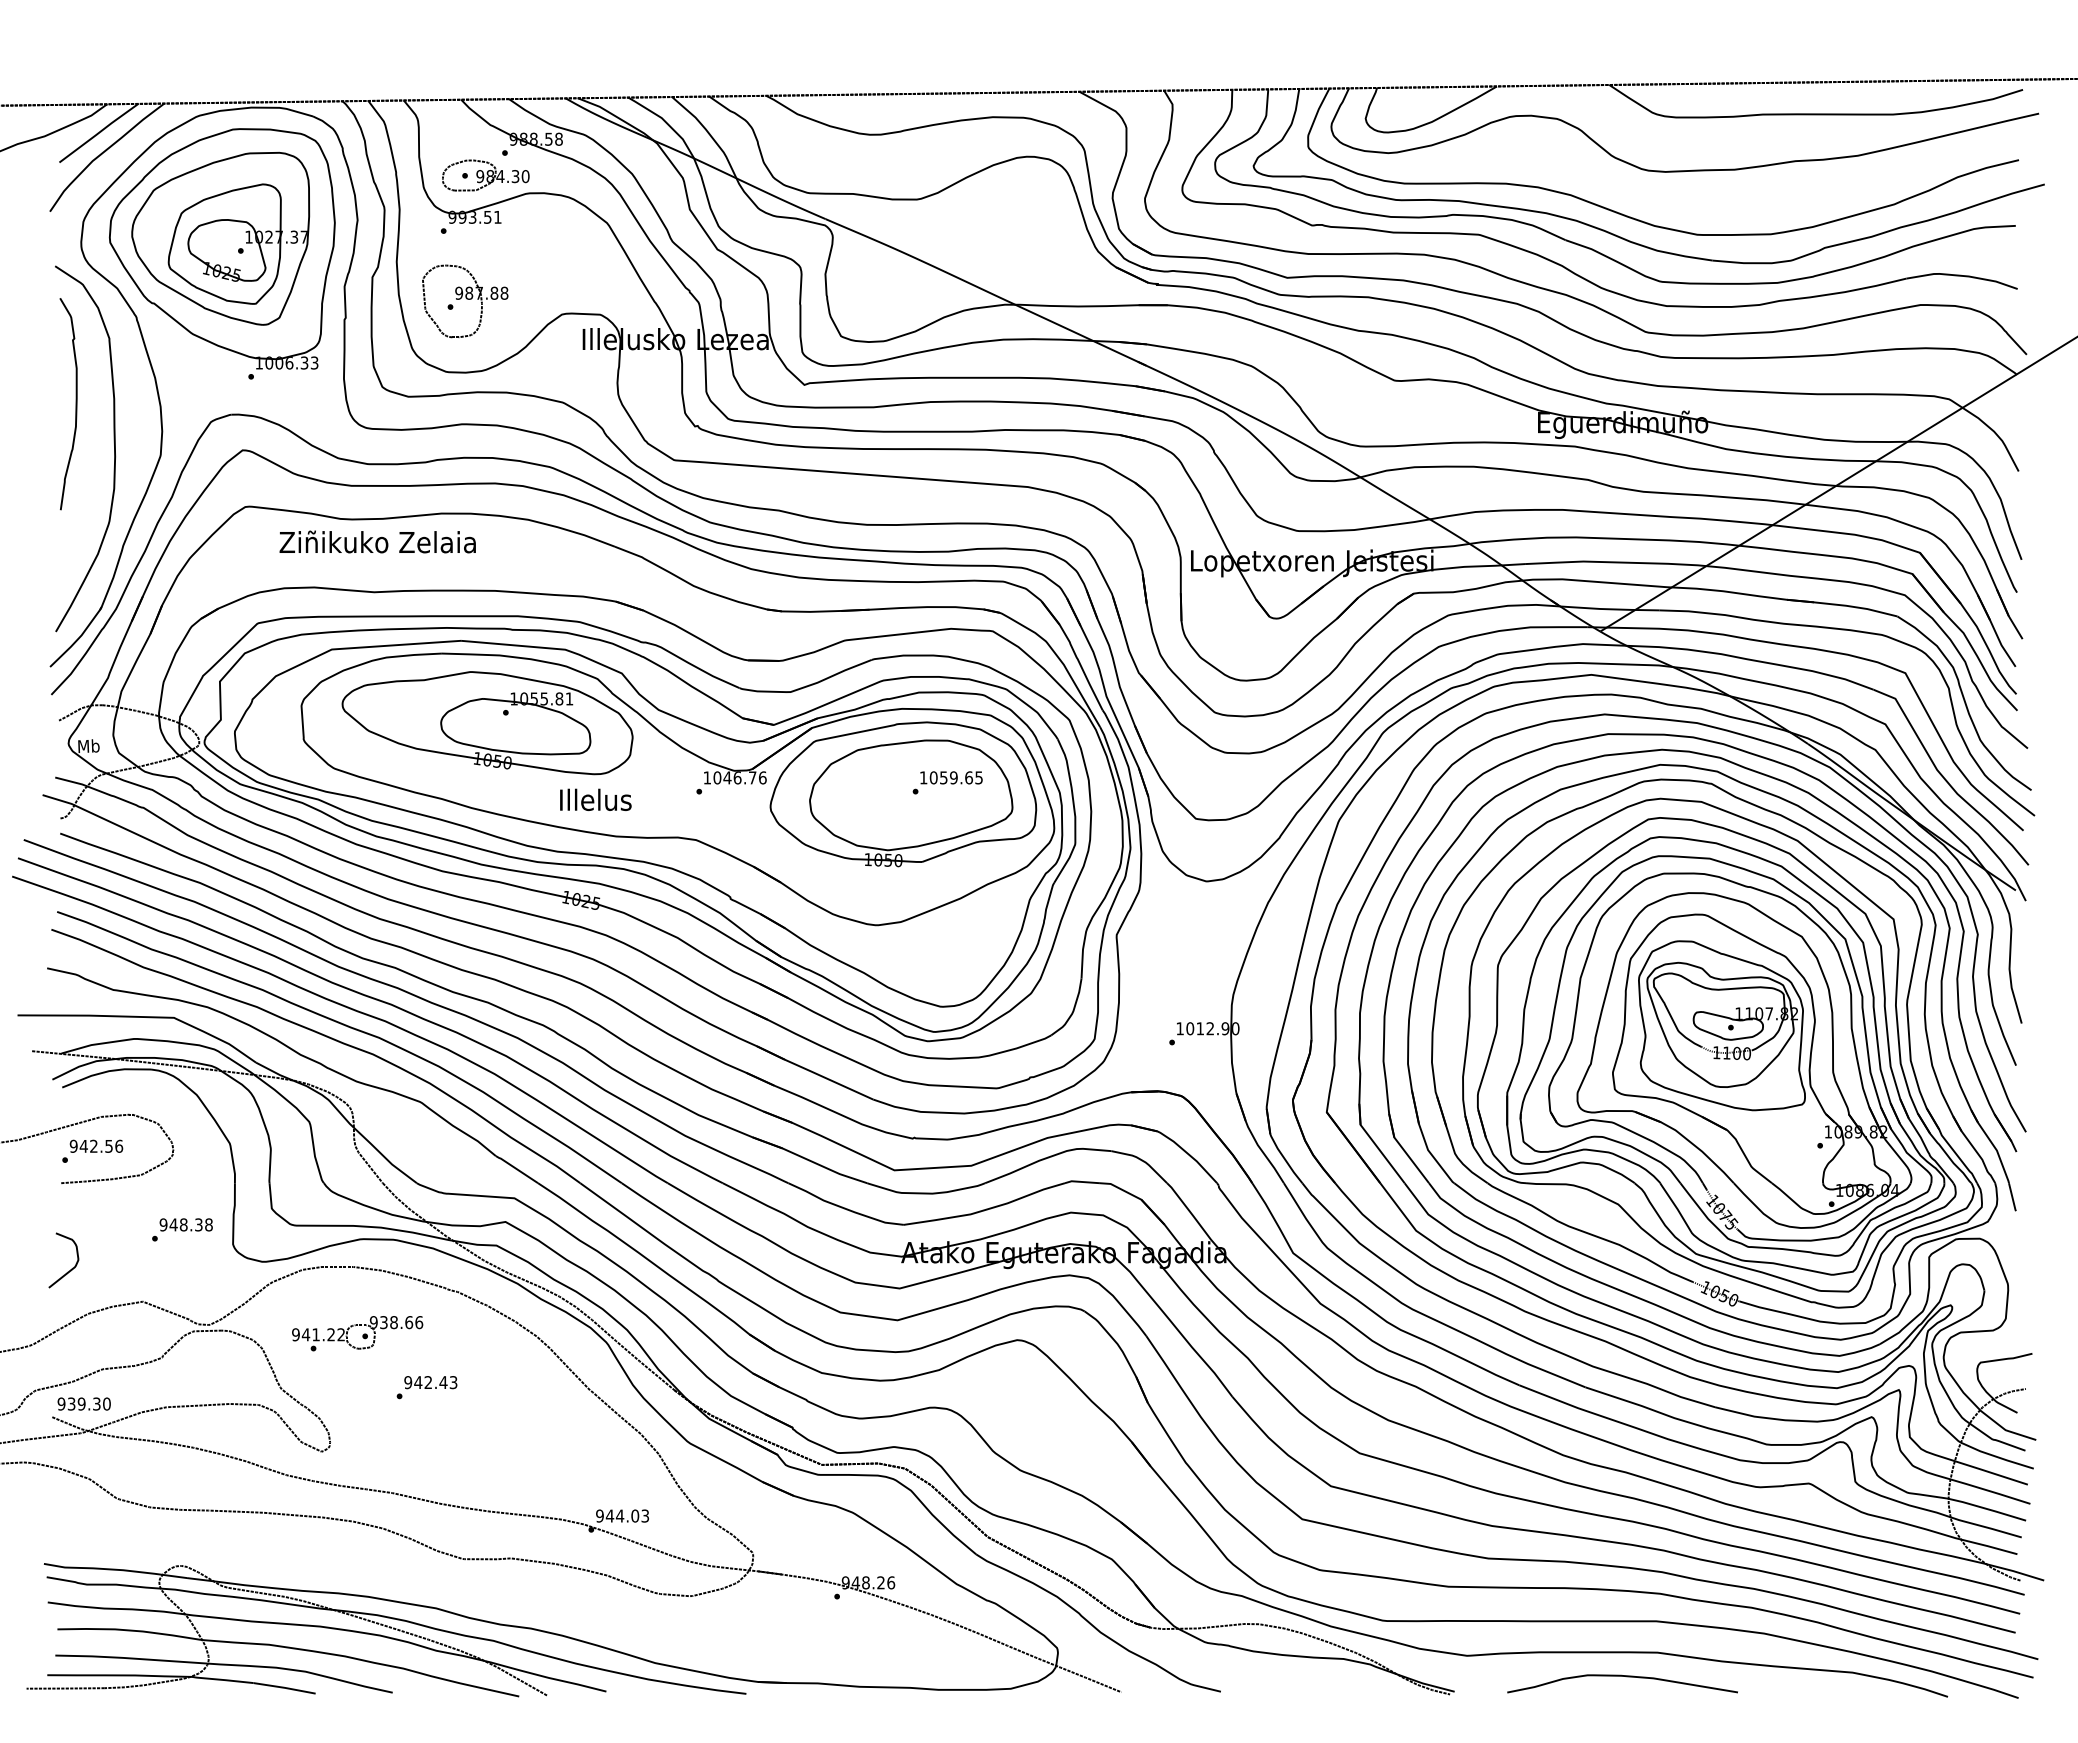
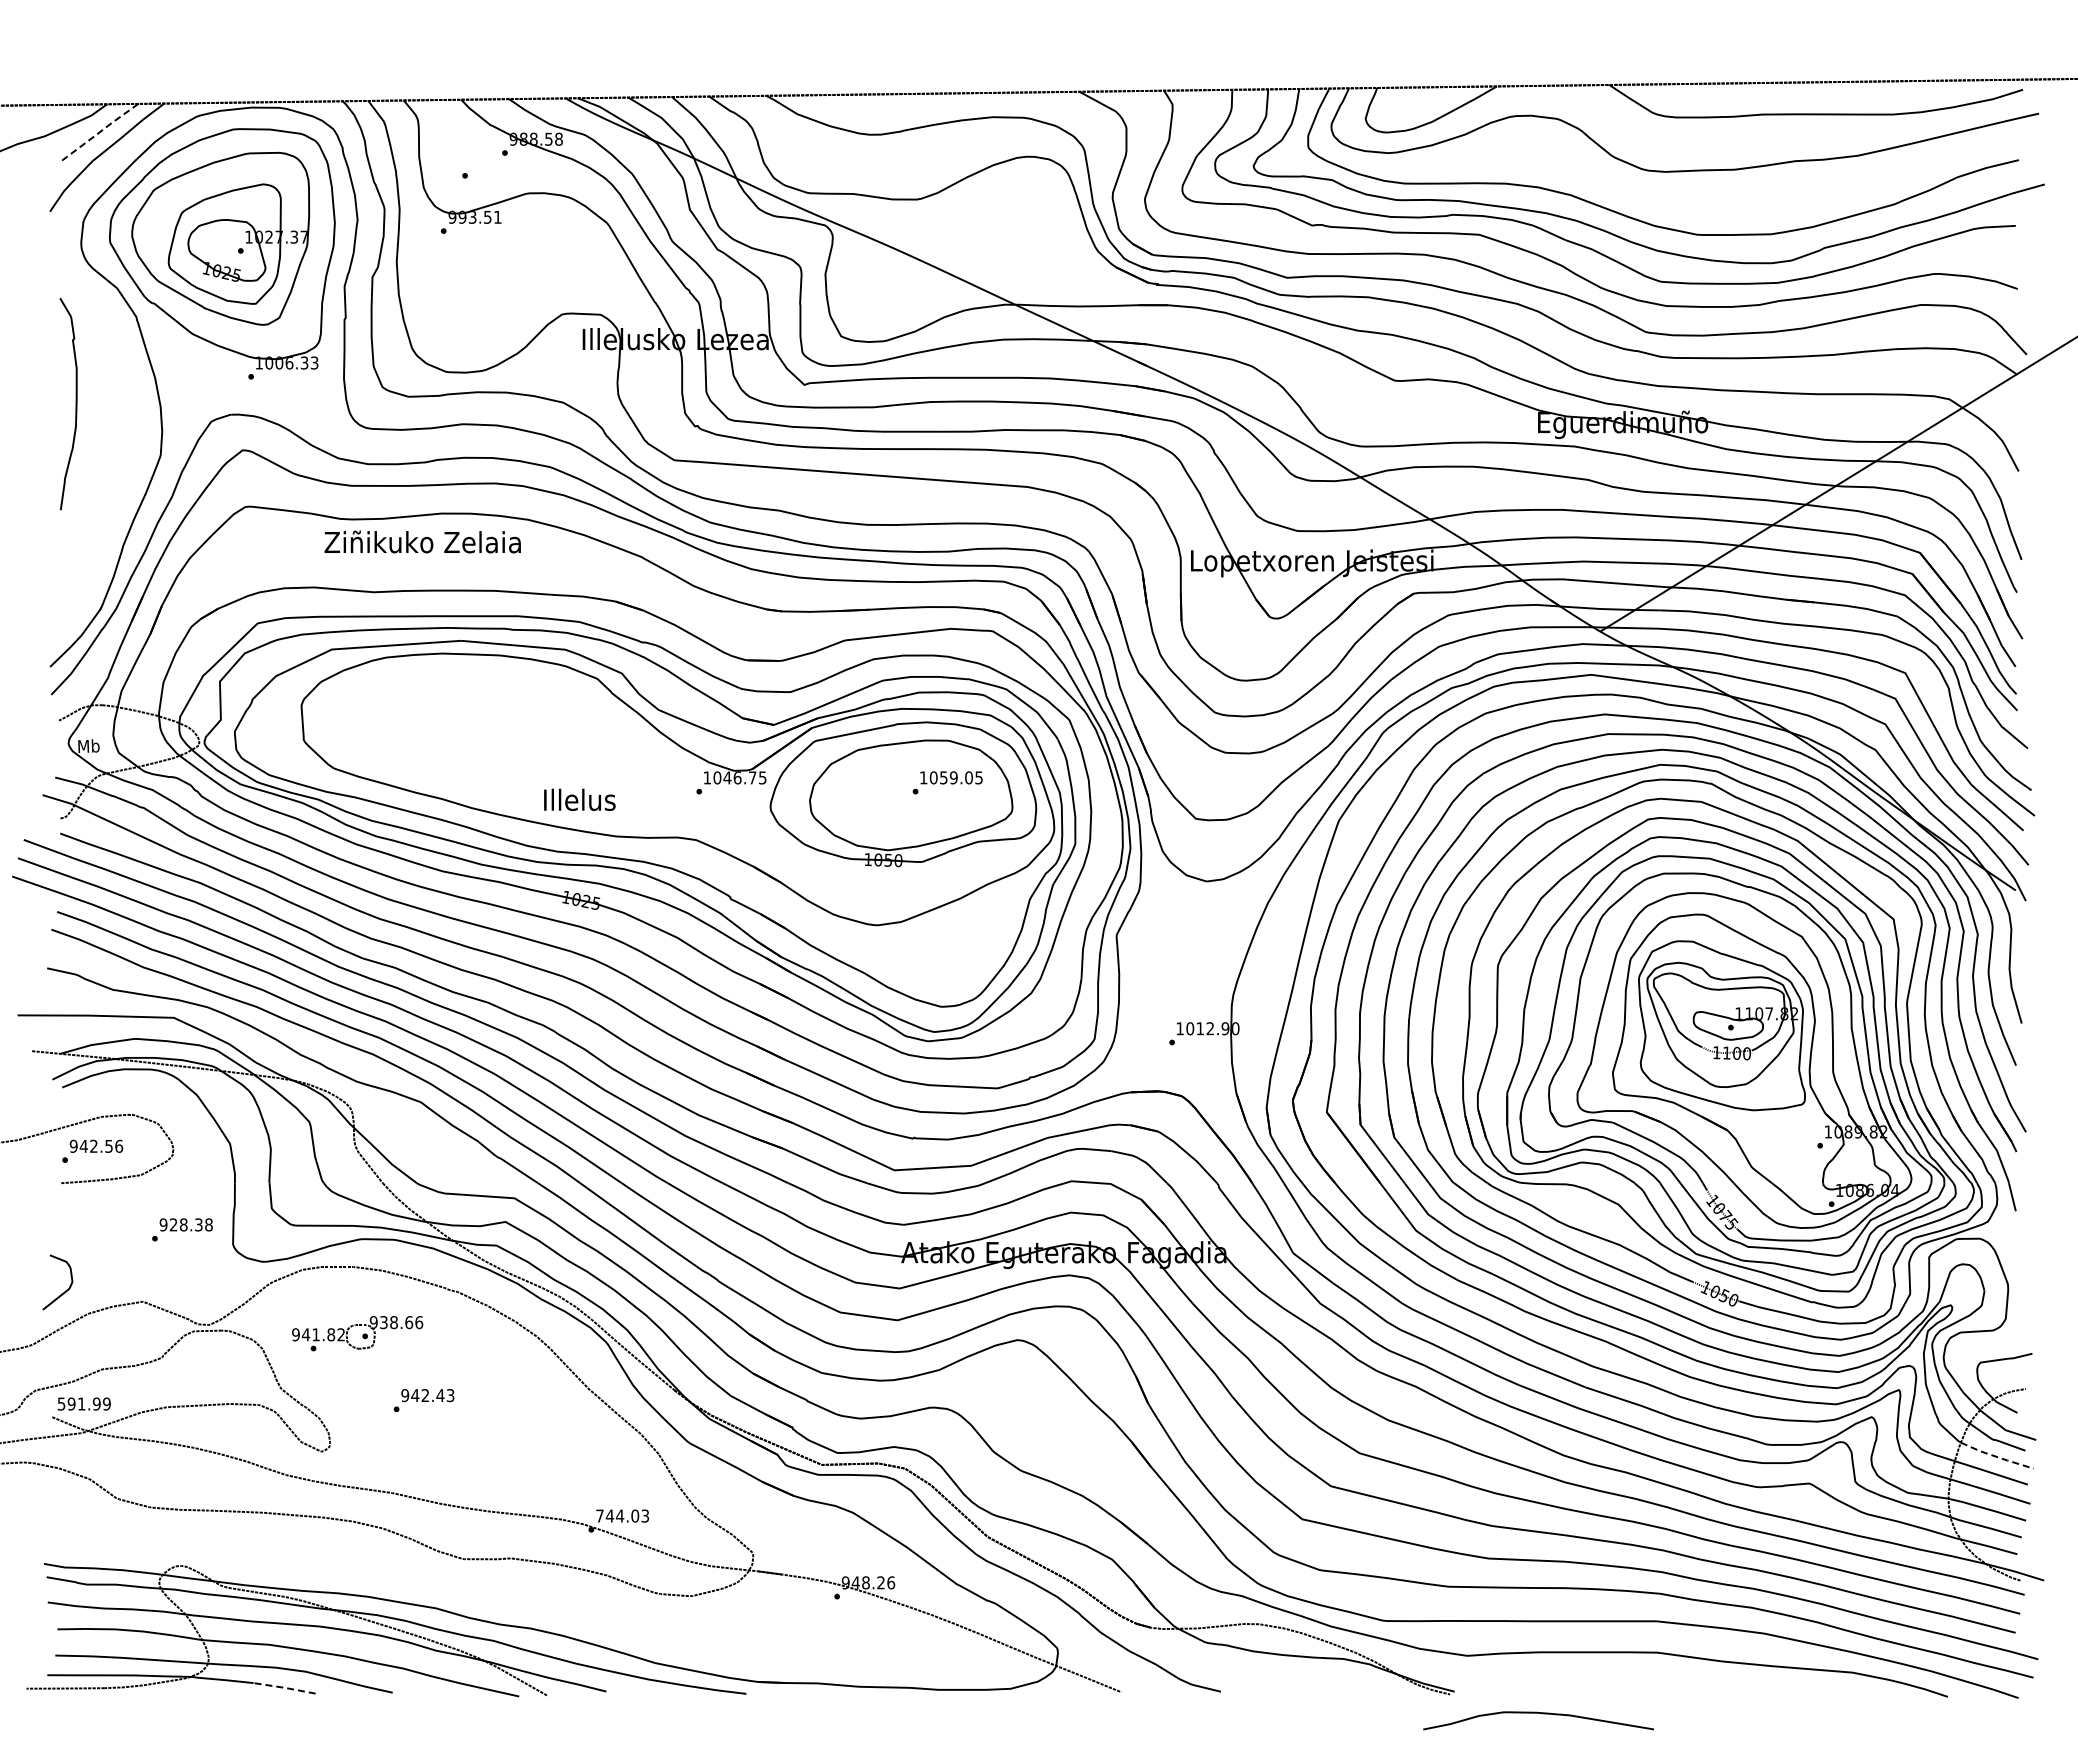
line at (98, 133): solid -> dashed
part at (485, 175): present -> none
part at (465, 301): present -> none
curve at (113, 442): present -> none
text at (377, 541) position: (377, 541) -> (422, 541)
part at (487, 723): present -> none
text at (762, 777): 1046.76 -> 1046.75
text at (968, 777): 1059.65 -> 1059.05
text at (595, 799) position: (595, 799) -> (579, 799)
text at (173, 1224): 948.38 -> 928.38
curve at (71, 1268) position: (71, 1268) -> (65, 1290)
text at (331, 1334): 941.22 -> 941.82
text at (426, 1387) position: (426, 1387) -> (423, 1400)
text at (83, 1403): 939.30 -> 591.99
line at (1997, 1456): solid -> dashed
text at (599, 1515): 944.03 -> 744.03
curve at (1622, 1676) position: (1622, 1676) -> (1538, 1713)
line at (285, 1687): solid -> dashed
